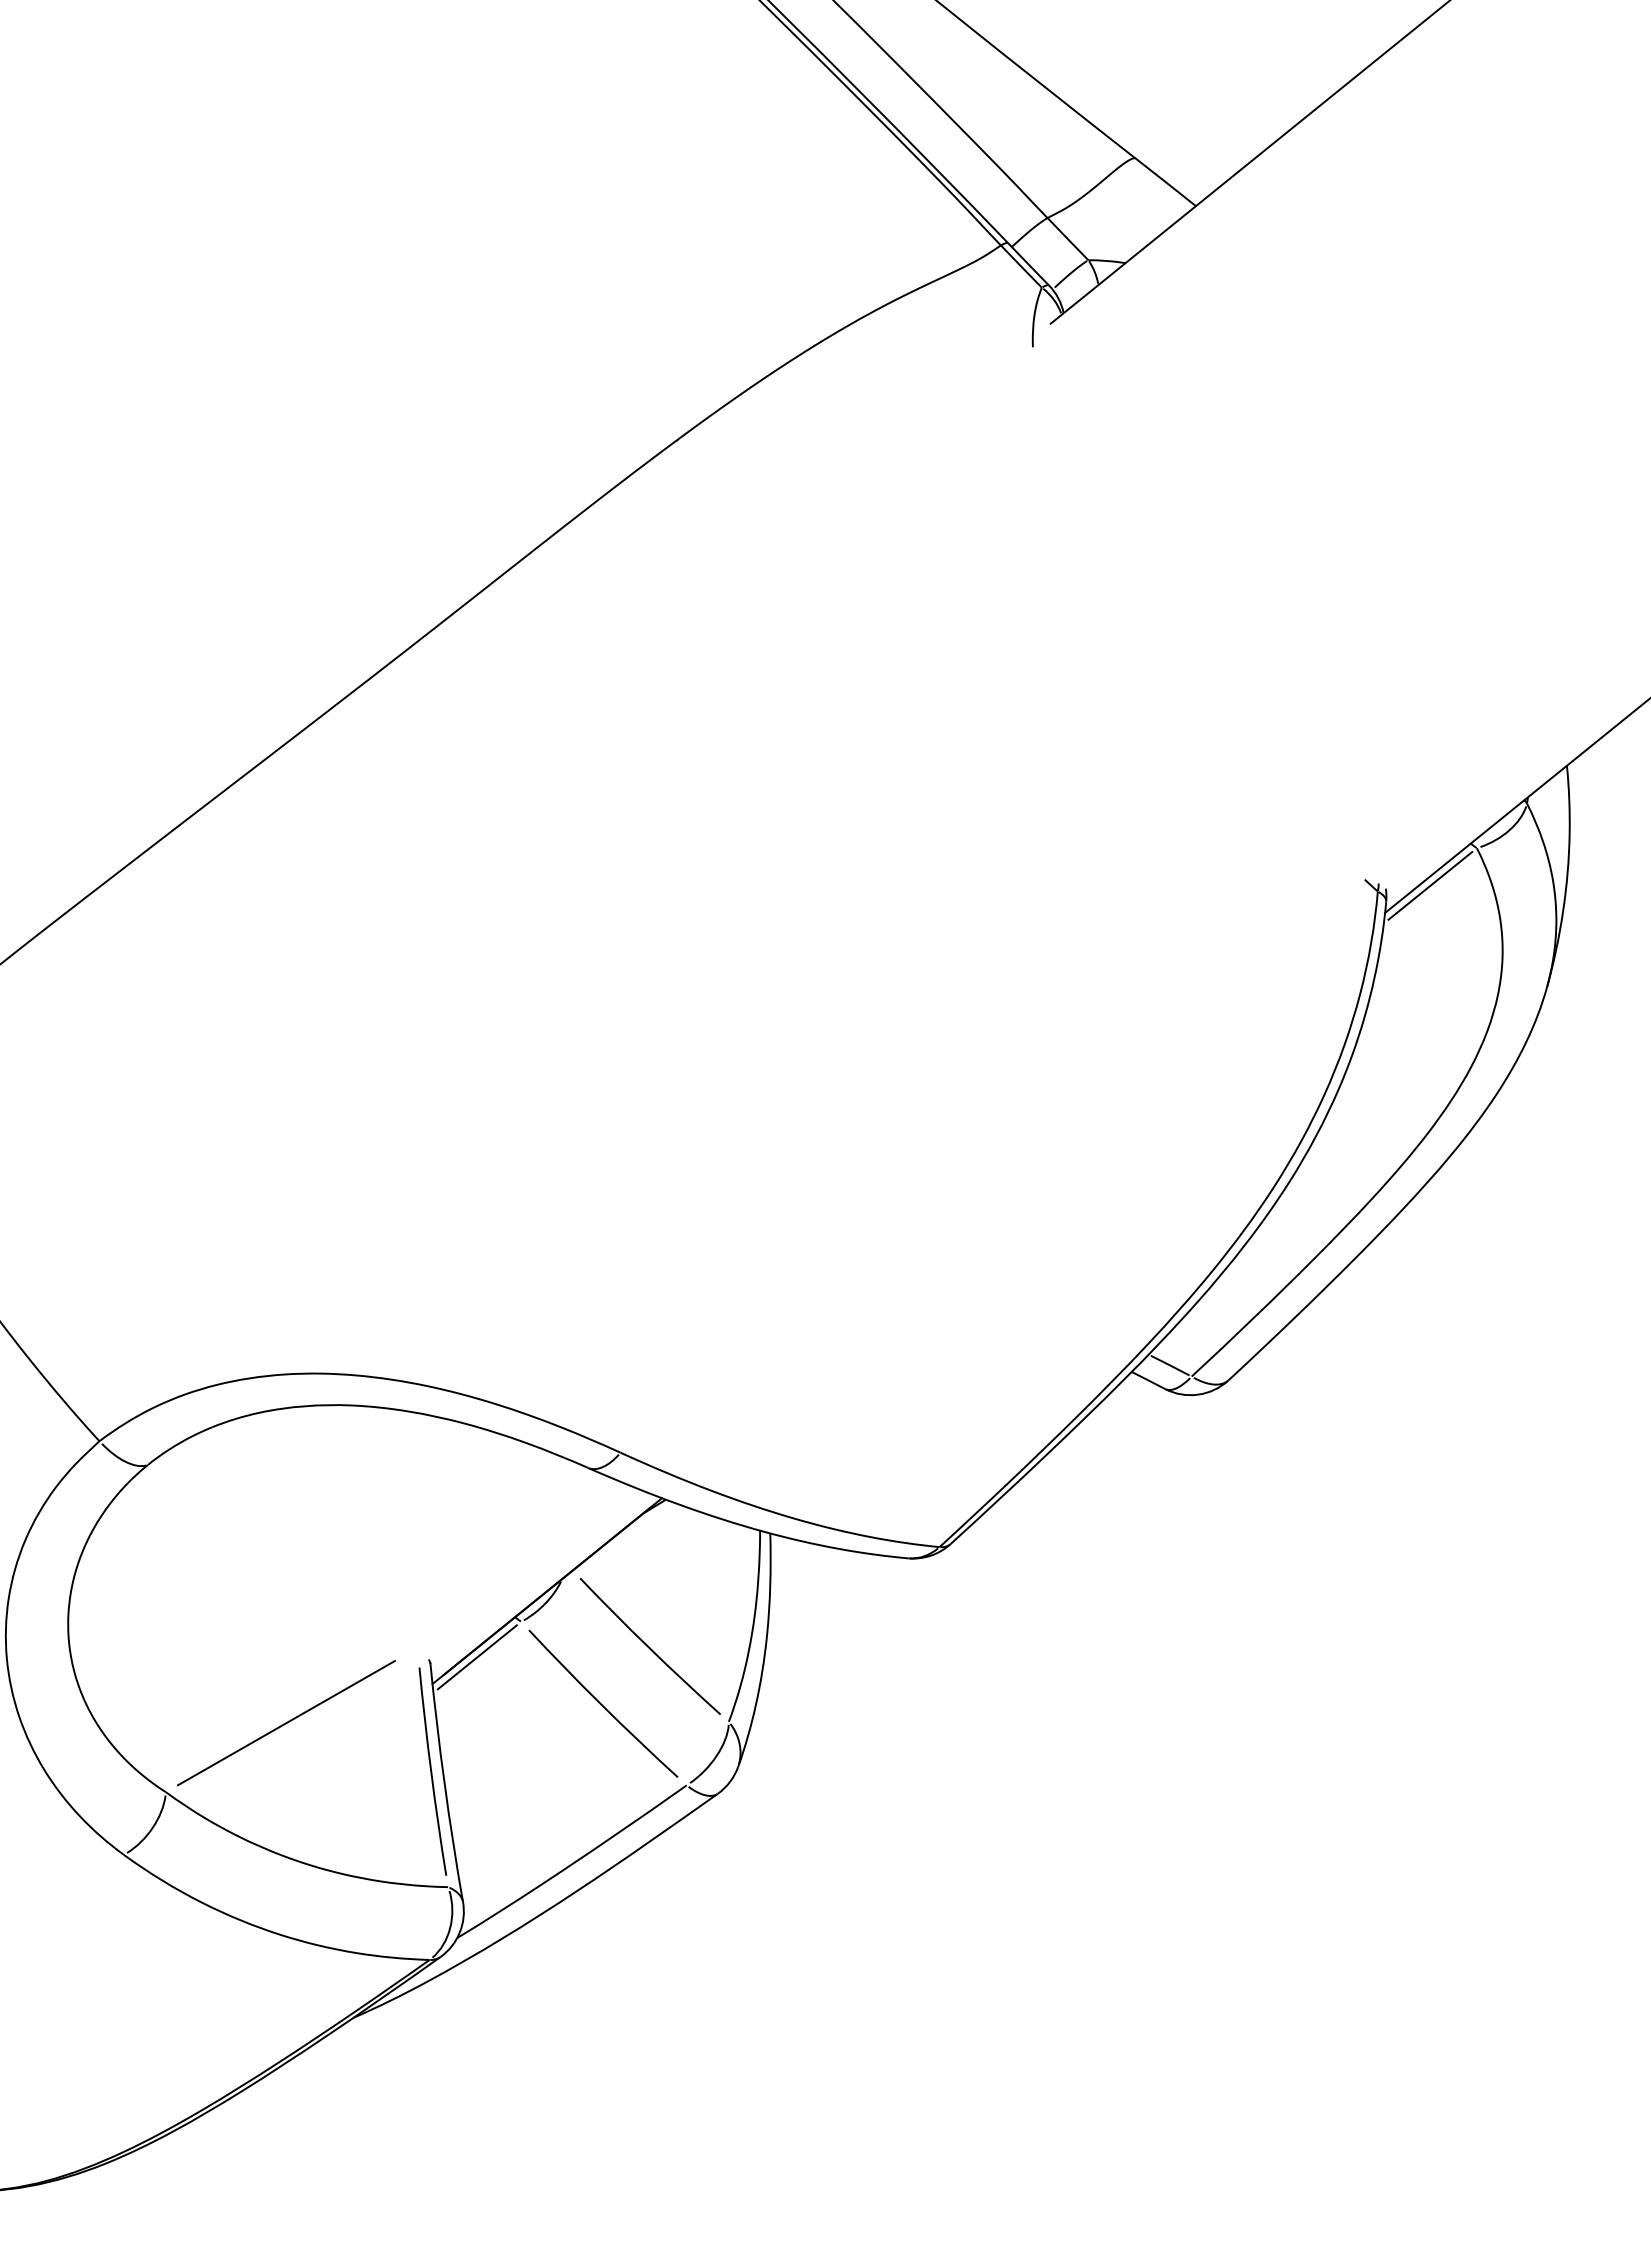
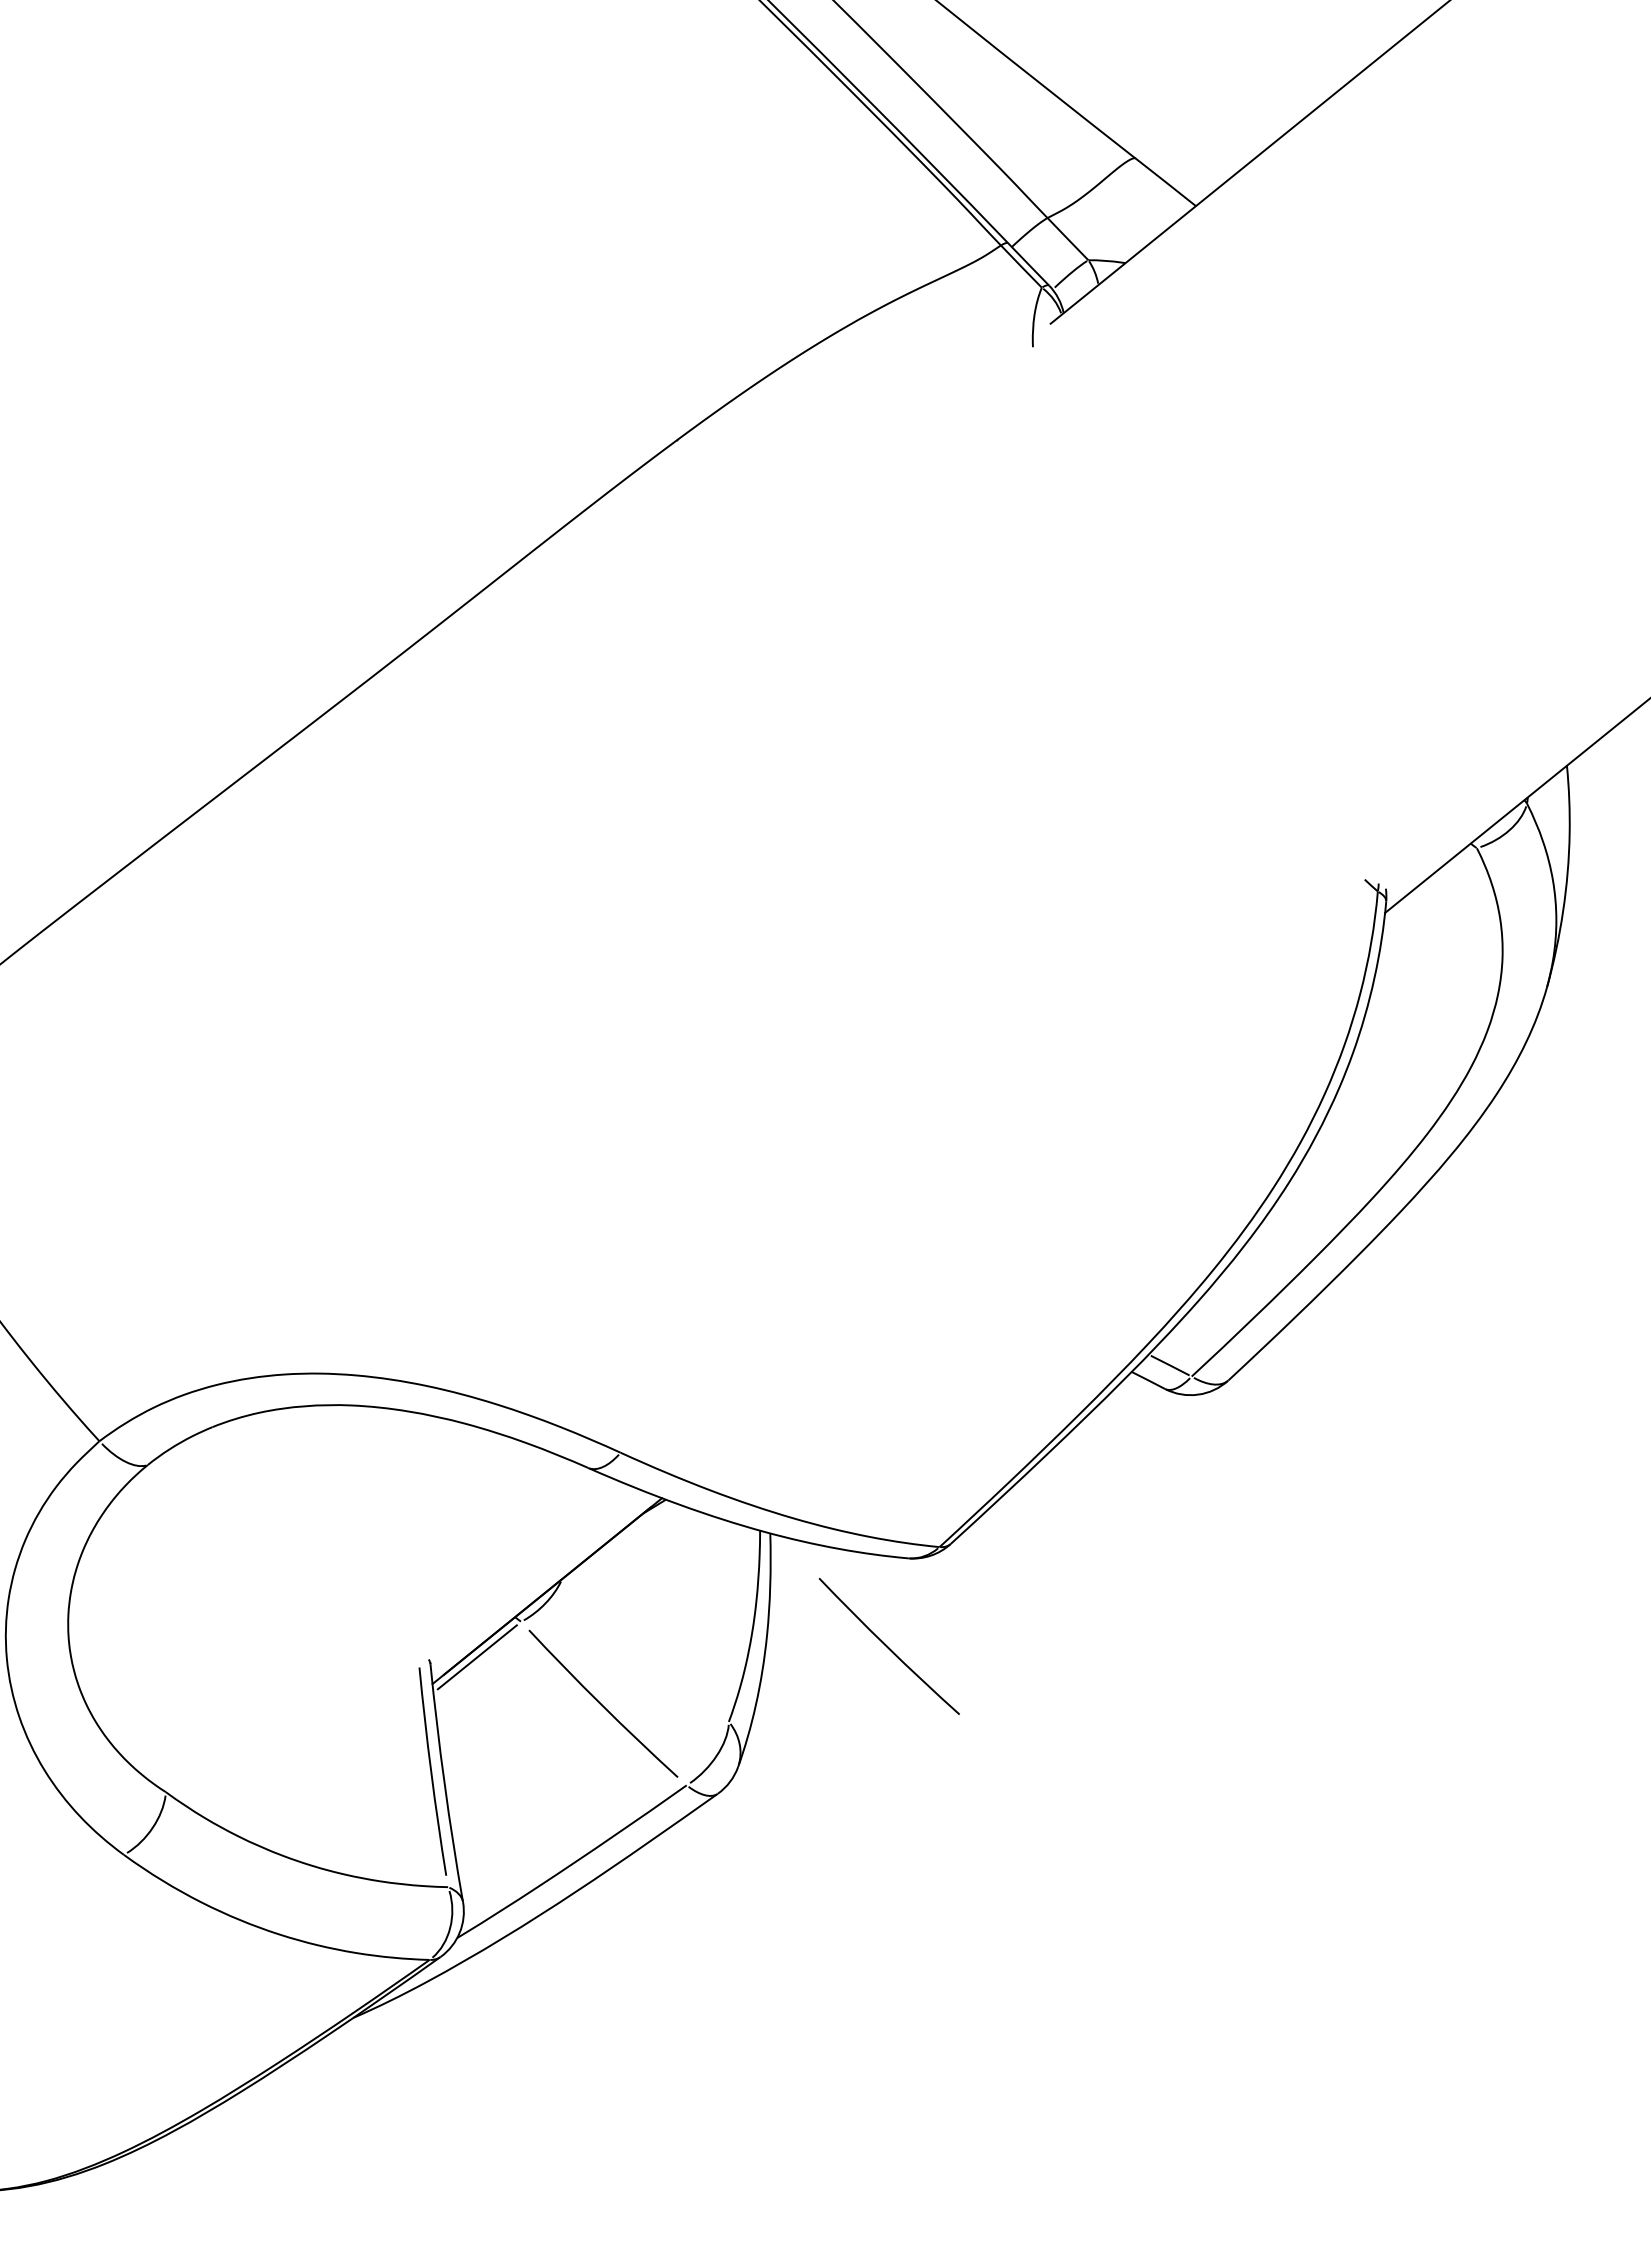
line at (1430, 885): present -> none
curve at (649, 1646) position: (649, 1646) -> (888, 1646)
line at (285, 1722): present -> none
